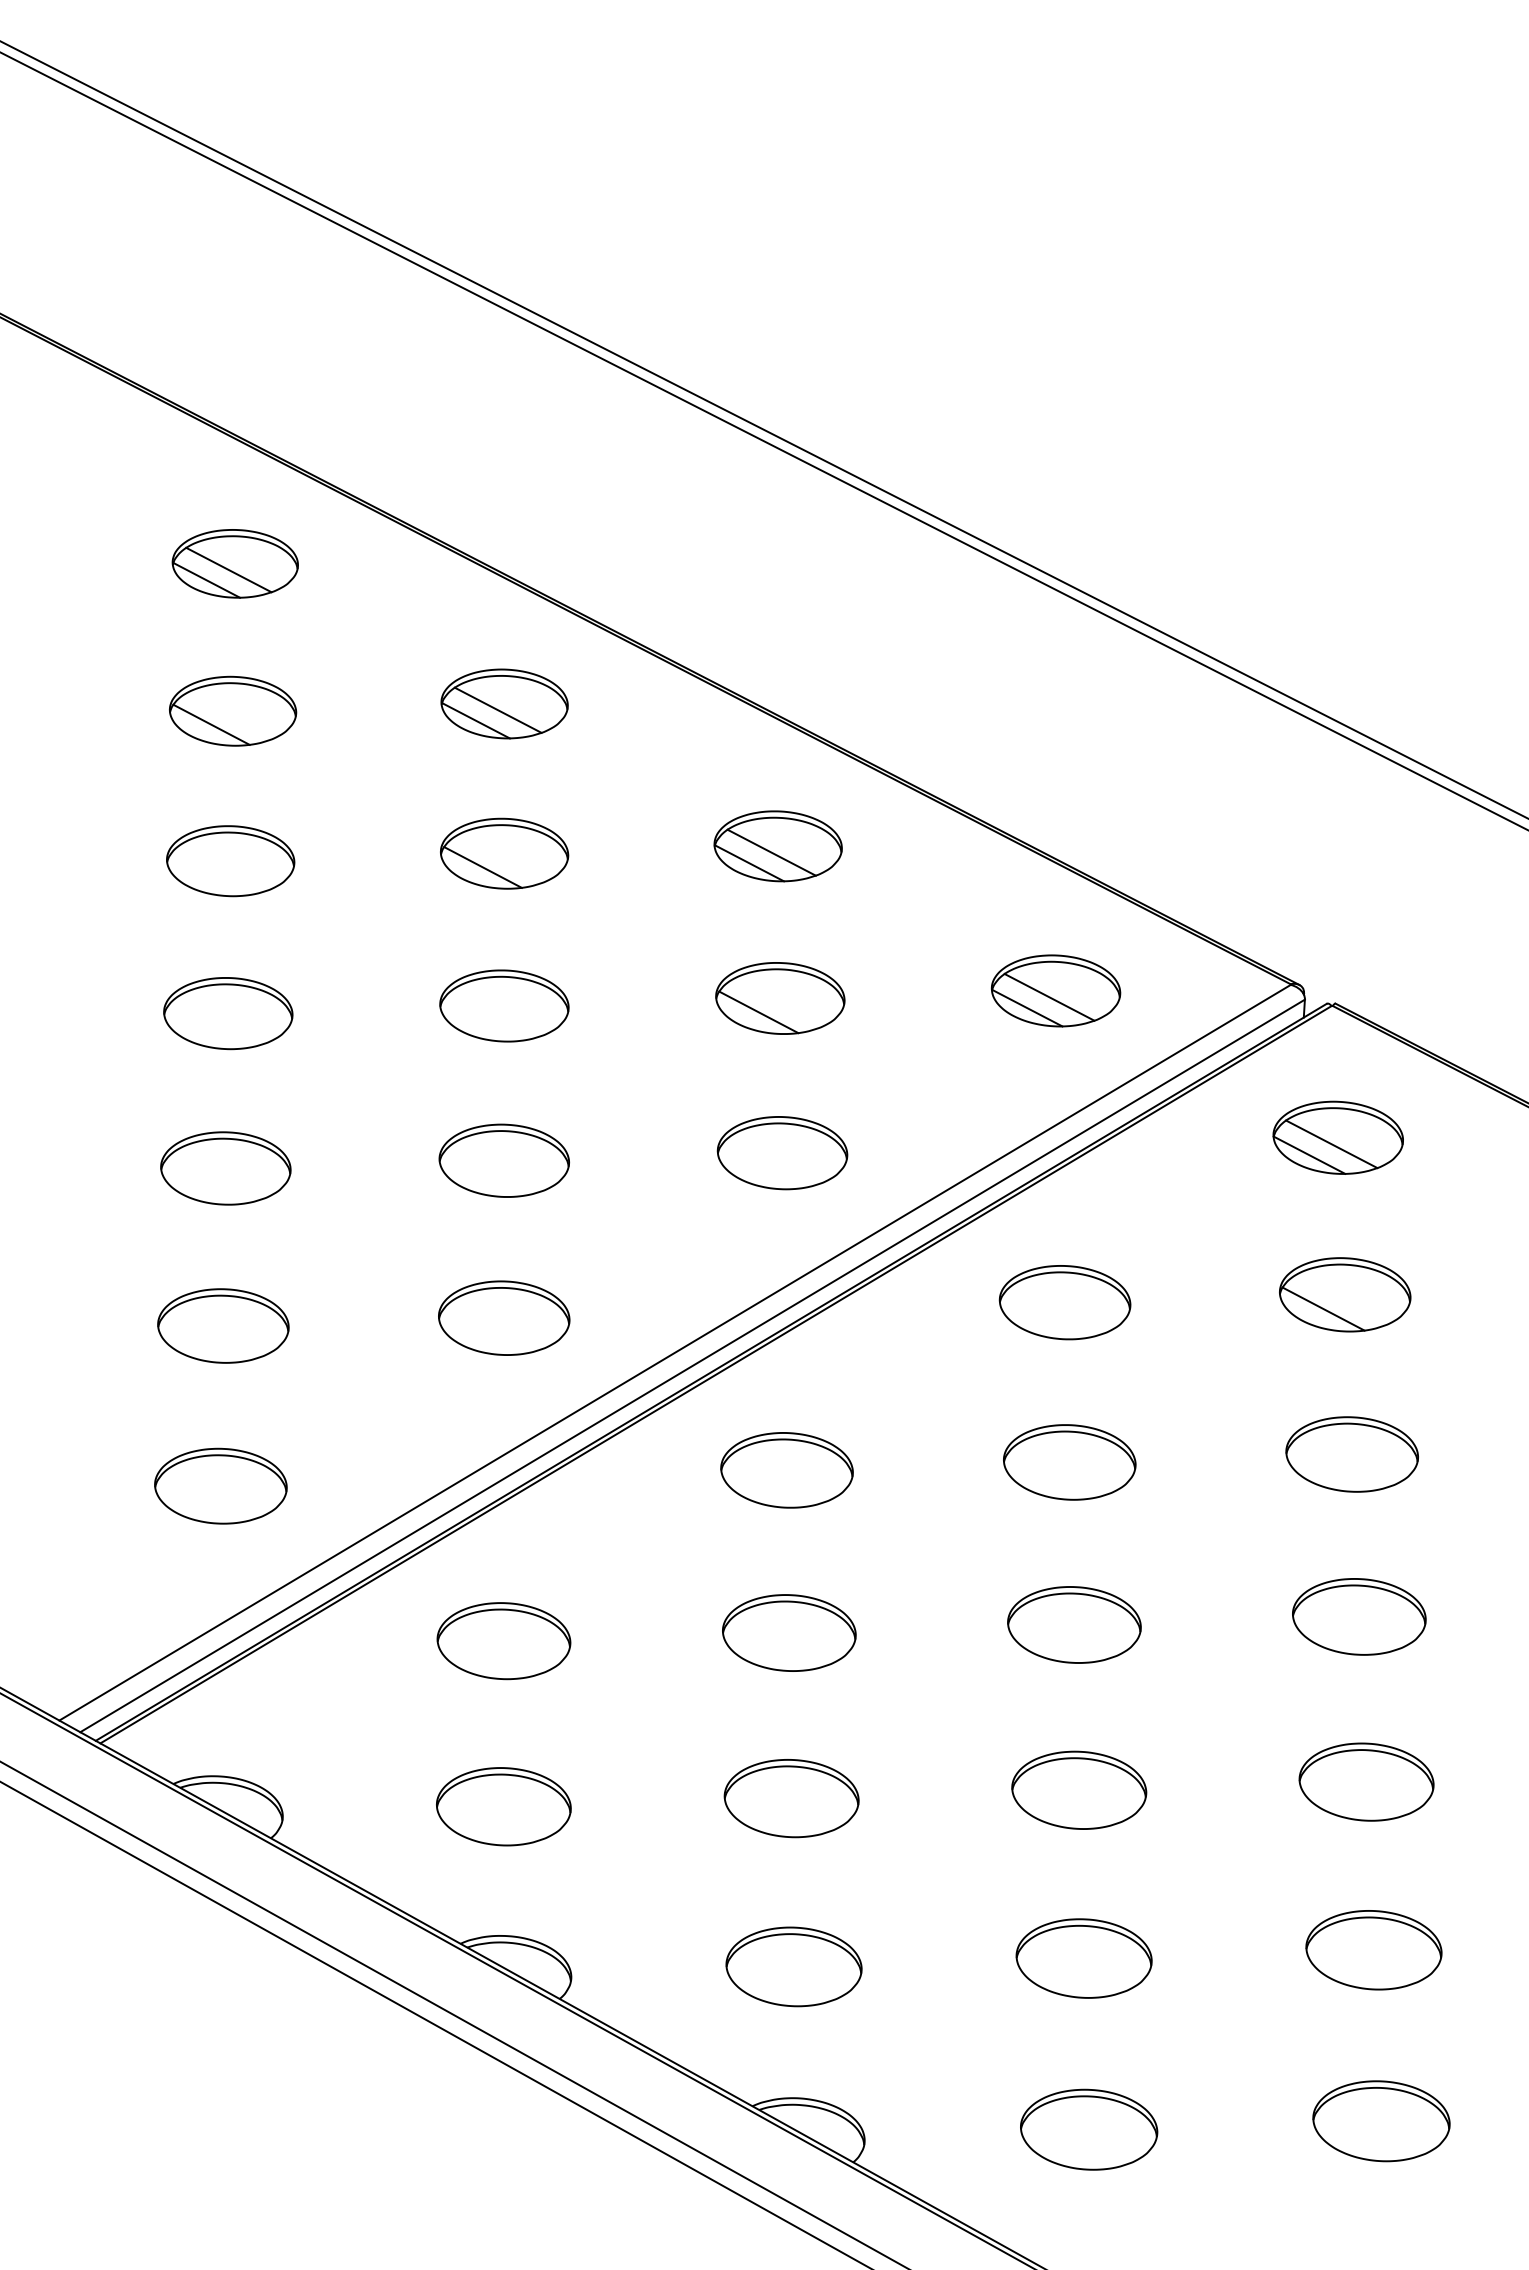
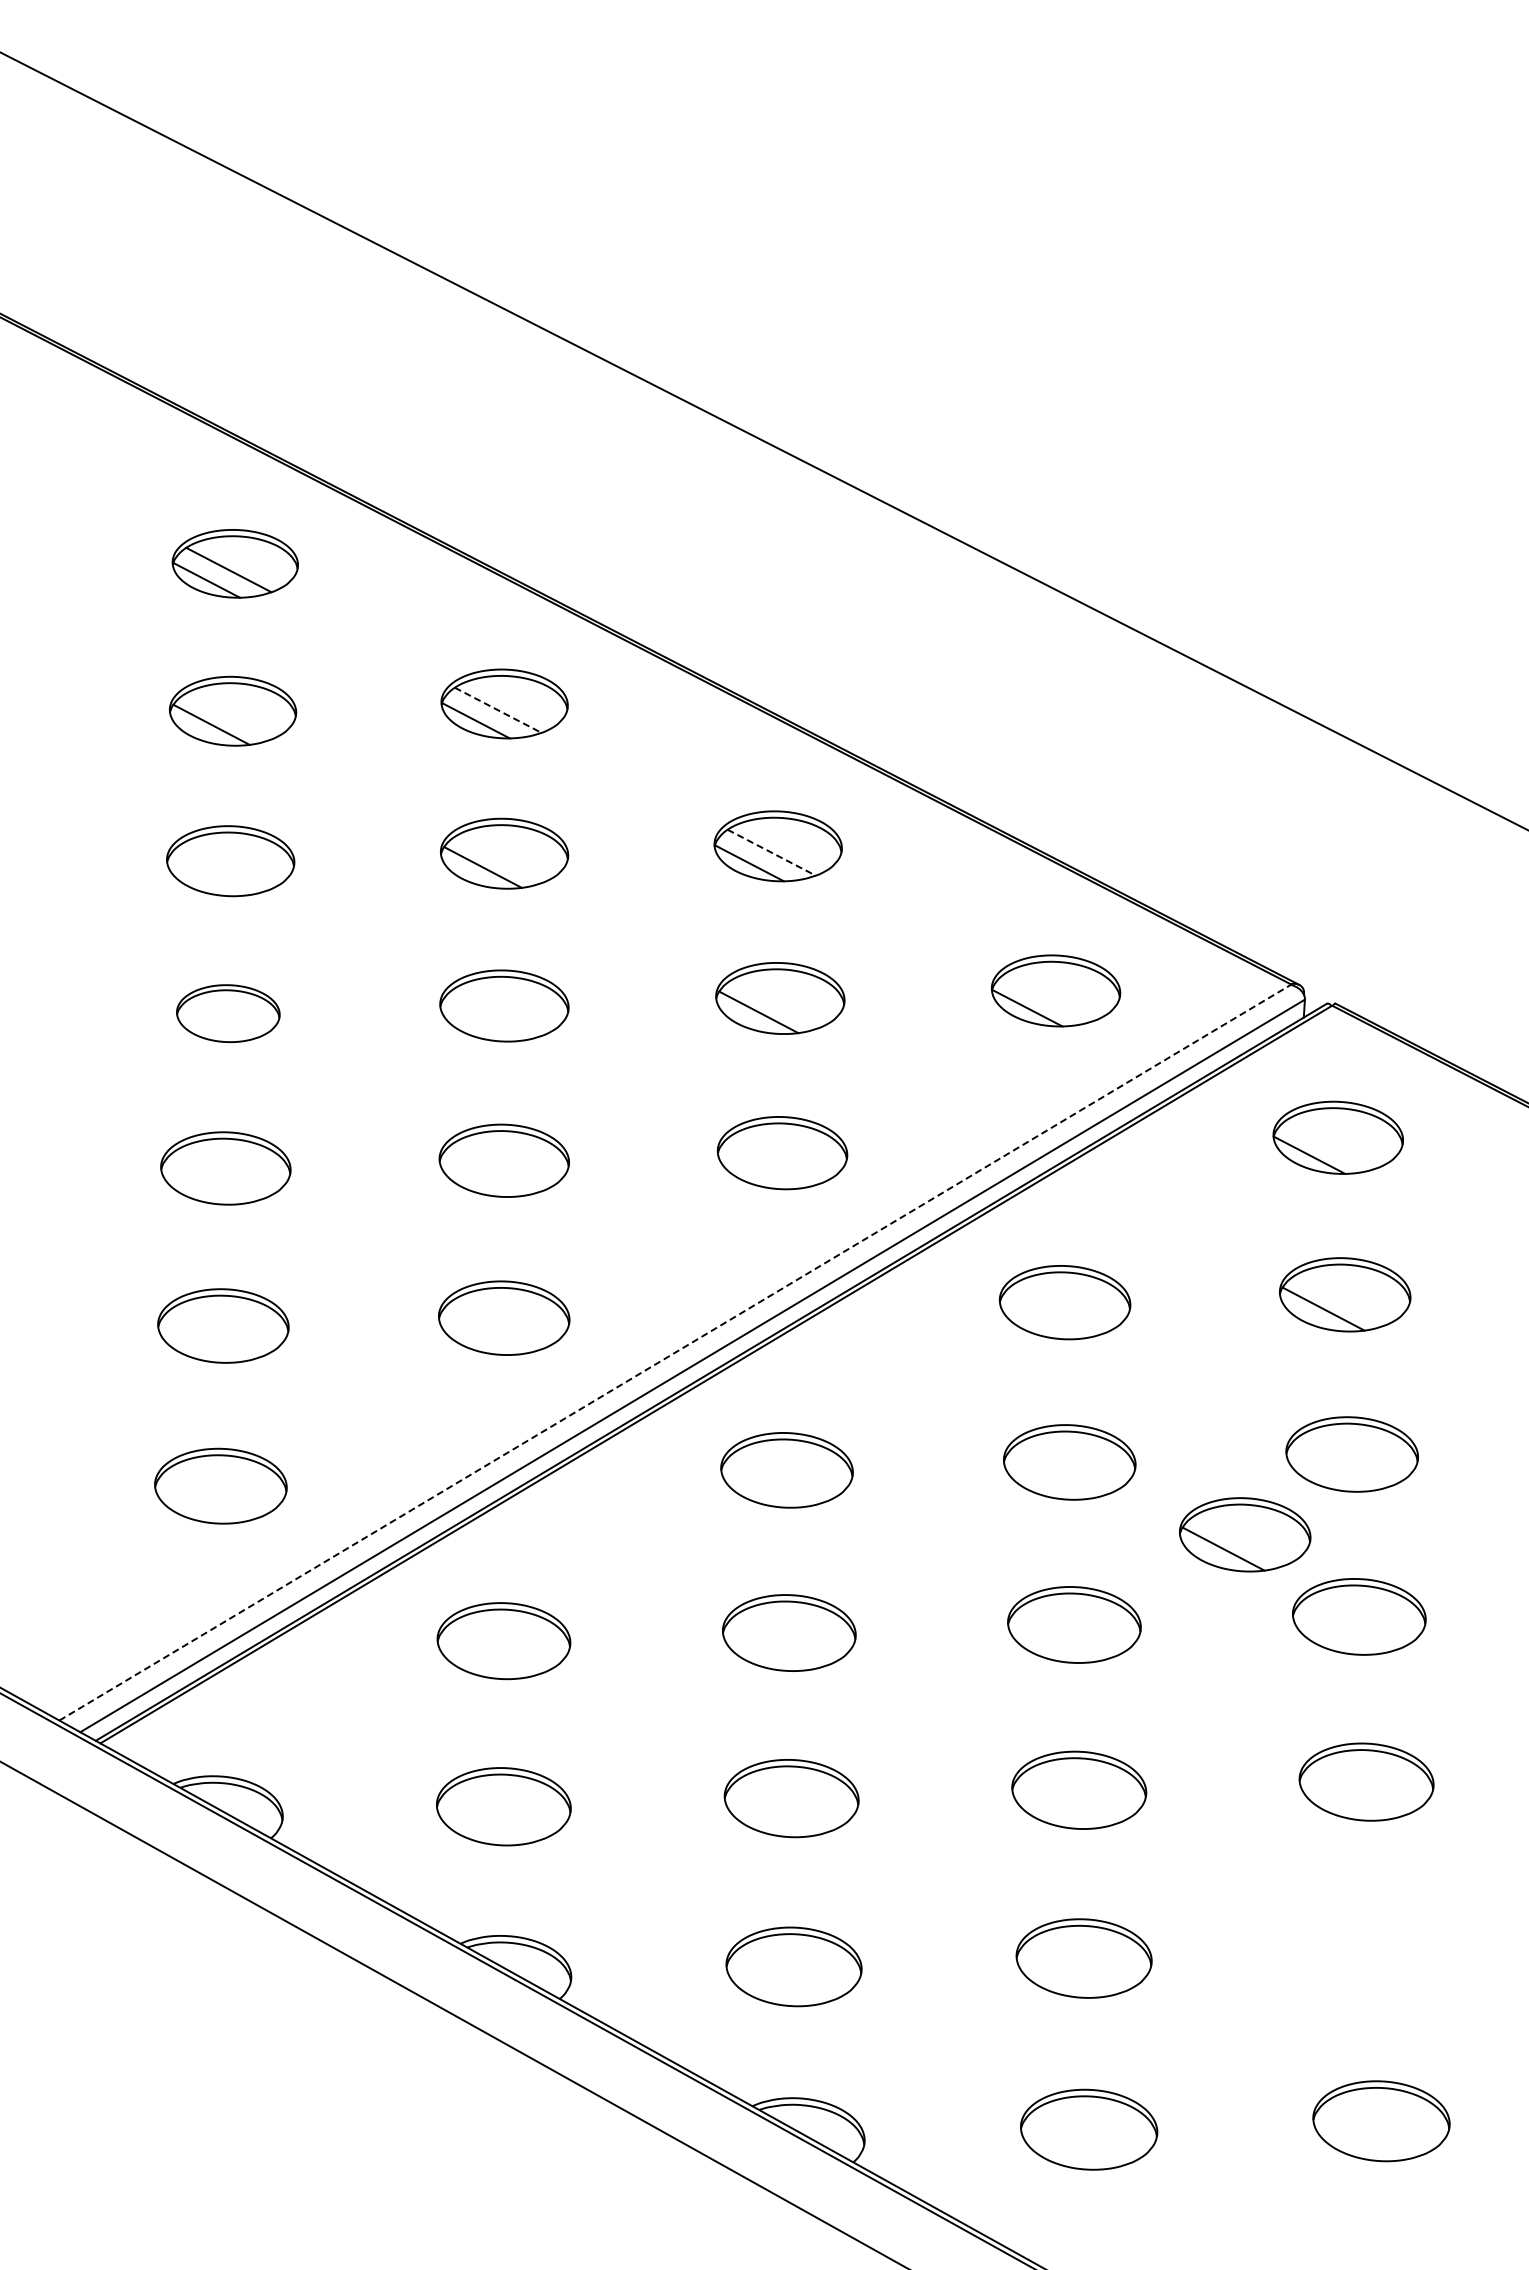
line at (763, 429): present -> none
line at (498, 710): solid -> dashed
line at (771, 852): solid -> dashed
line at (1049, 996): present -> none
part at (228, 1013) size: 131x74 px -> 105x59 px
line at (1331, 1144): present -> none
line at (675, 1352): solid -> dashed
part at (1245, 1534): none -> present
part at (1373, 1950): present -> none
line at (434, 2024): present -> none
